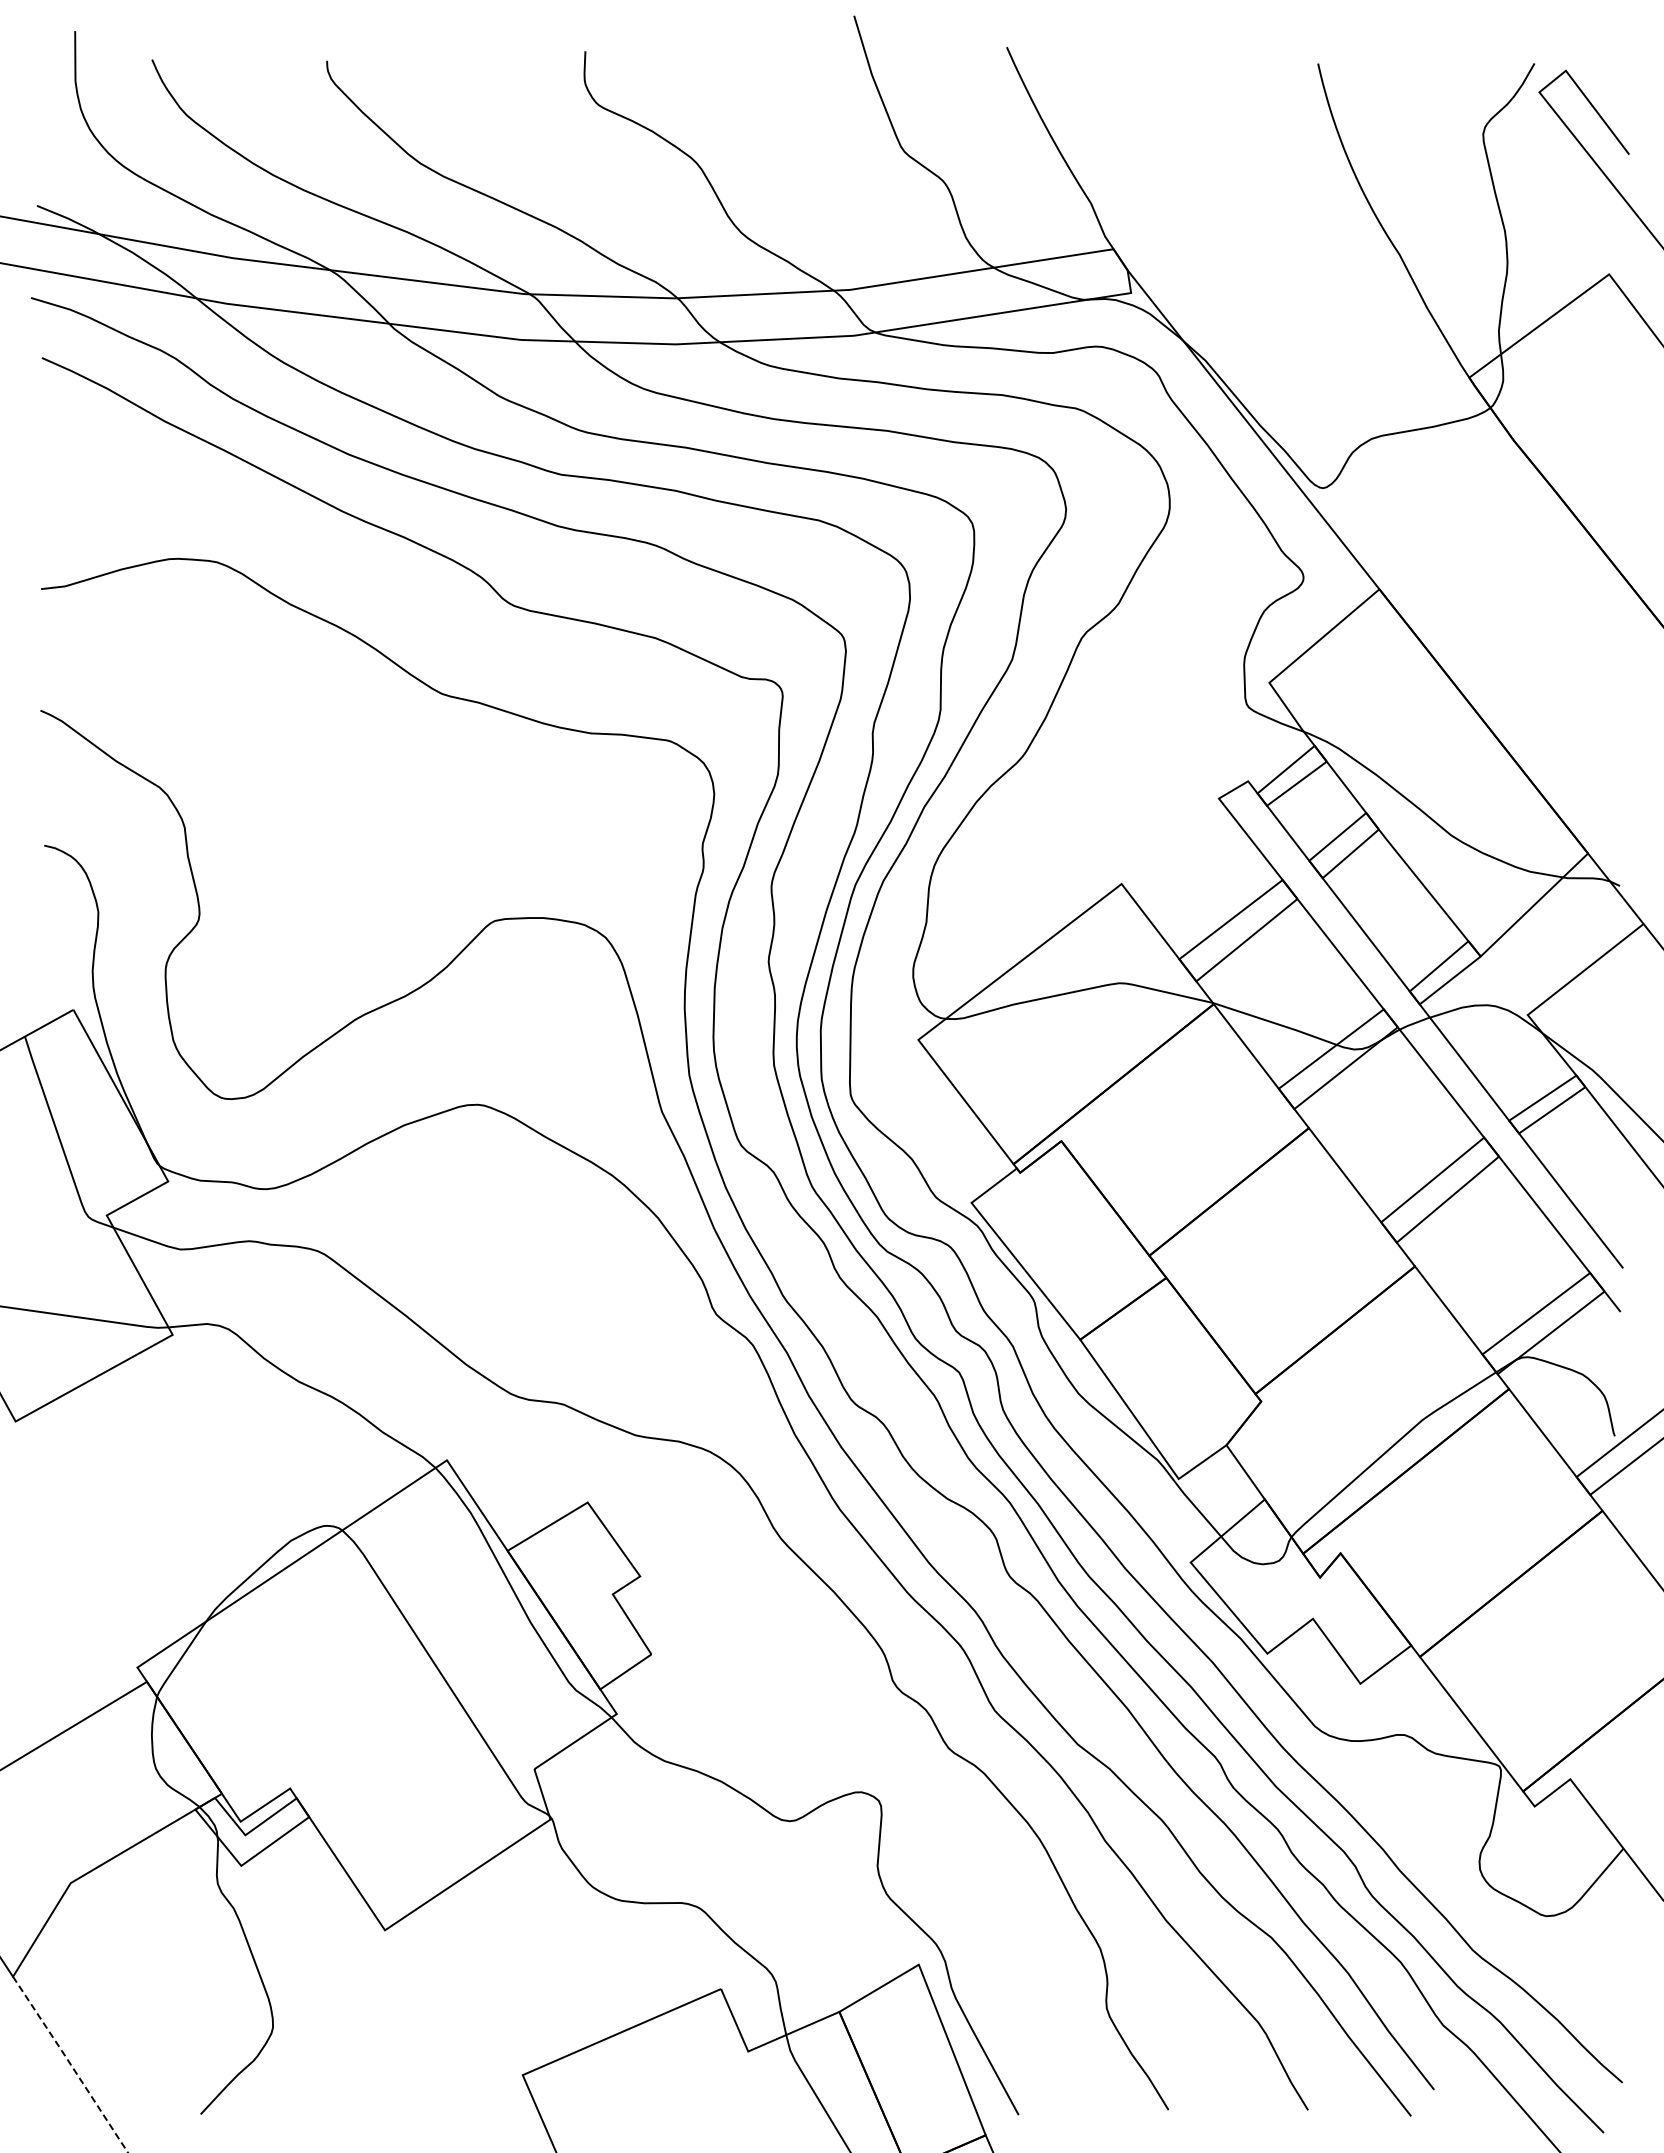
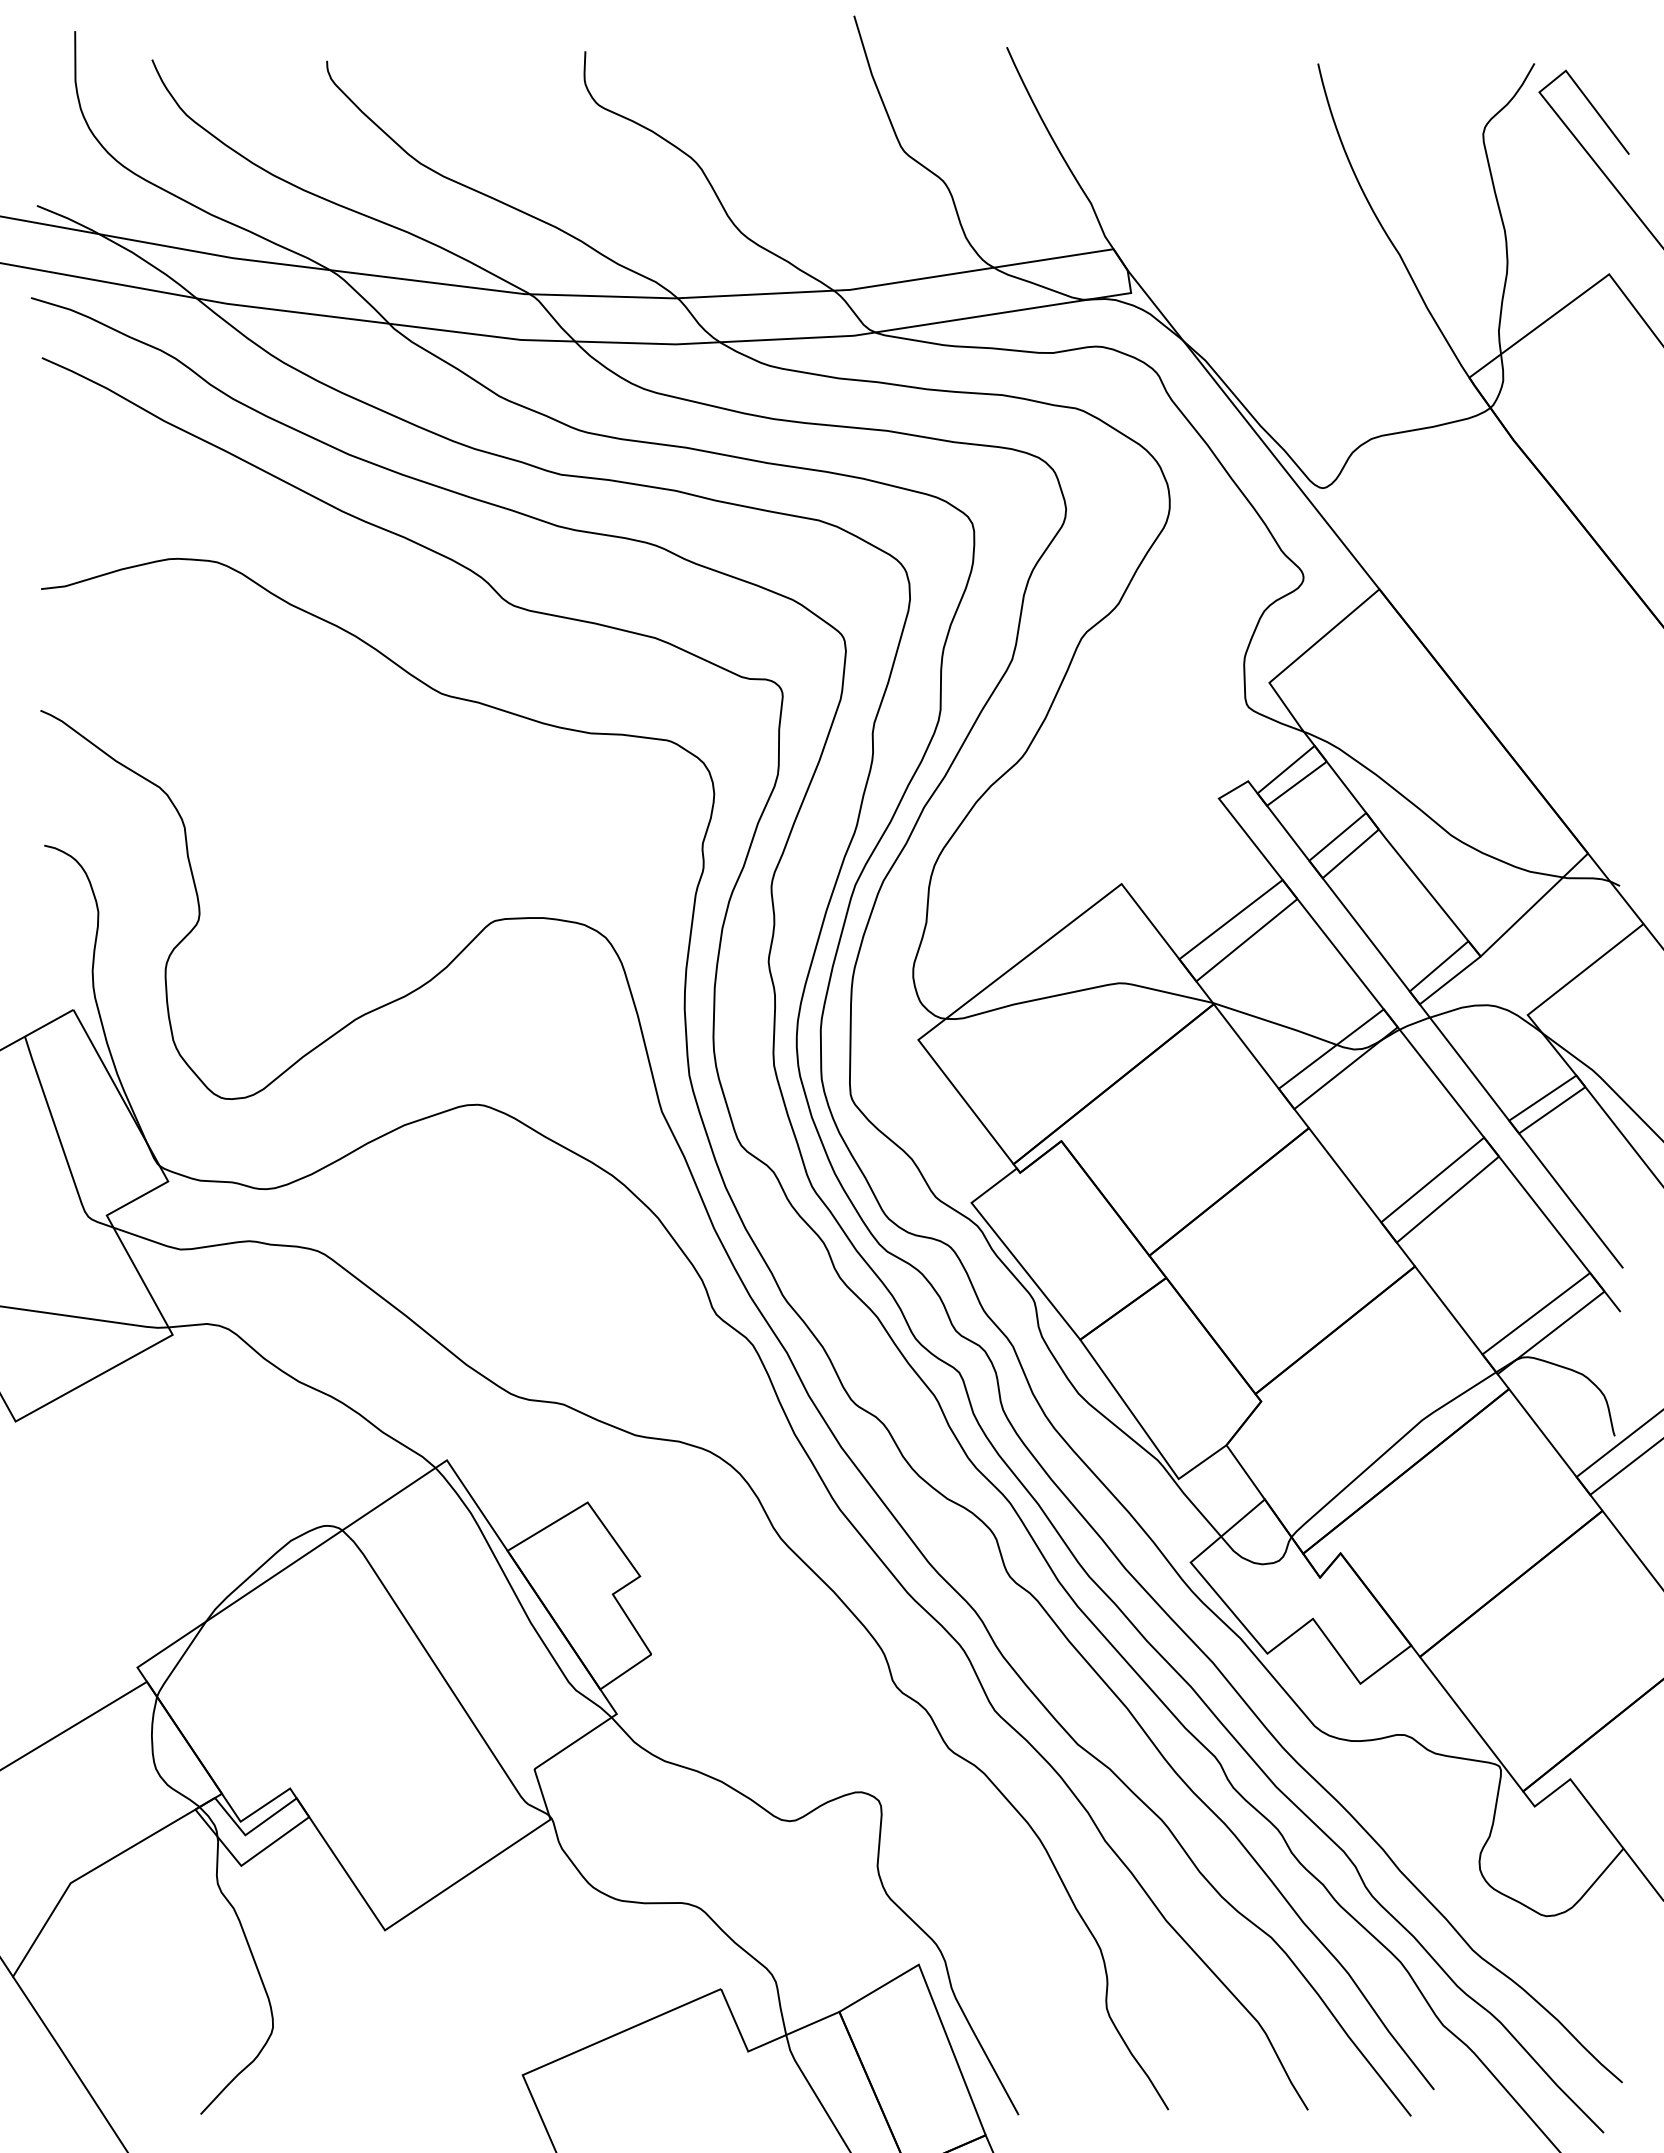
line at (70, 2064): dashed -> solid
